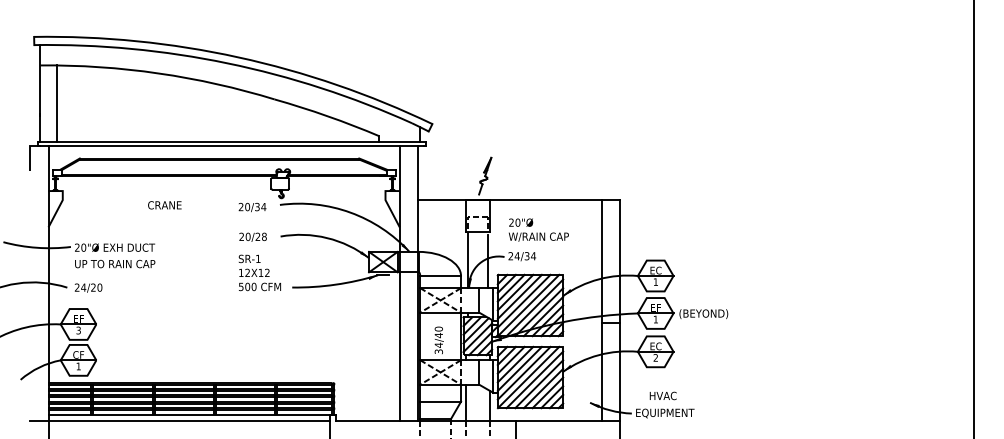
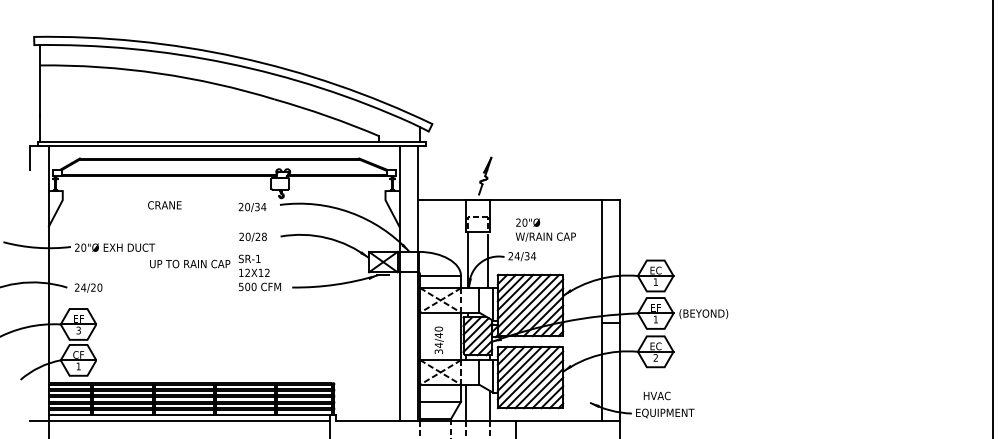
line at (56, 103): present -> none
line at (973, 218) position: (973, 218) -> (992, 218)
text at (538, 229) position: (538, 229) -> (545, 229)
text at (115, 263) position: (115, 263) -> (190, 263)
text at (662, 395) position: (662, 395) -> (656, 395)
